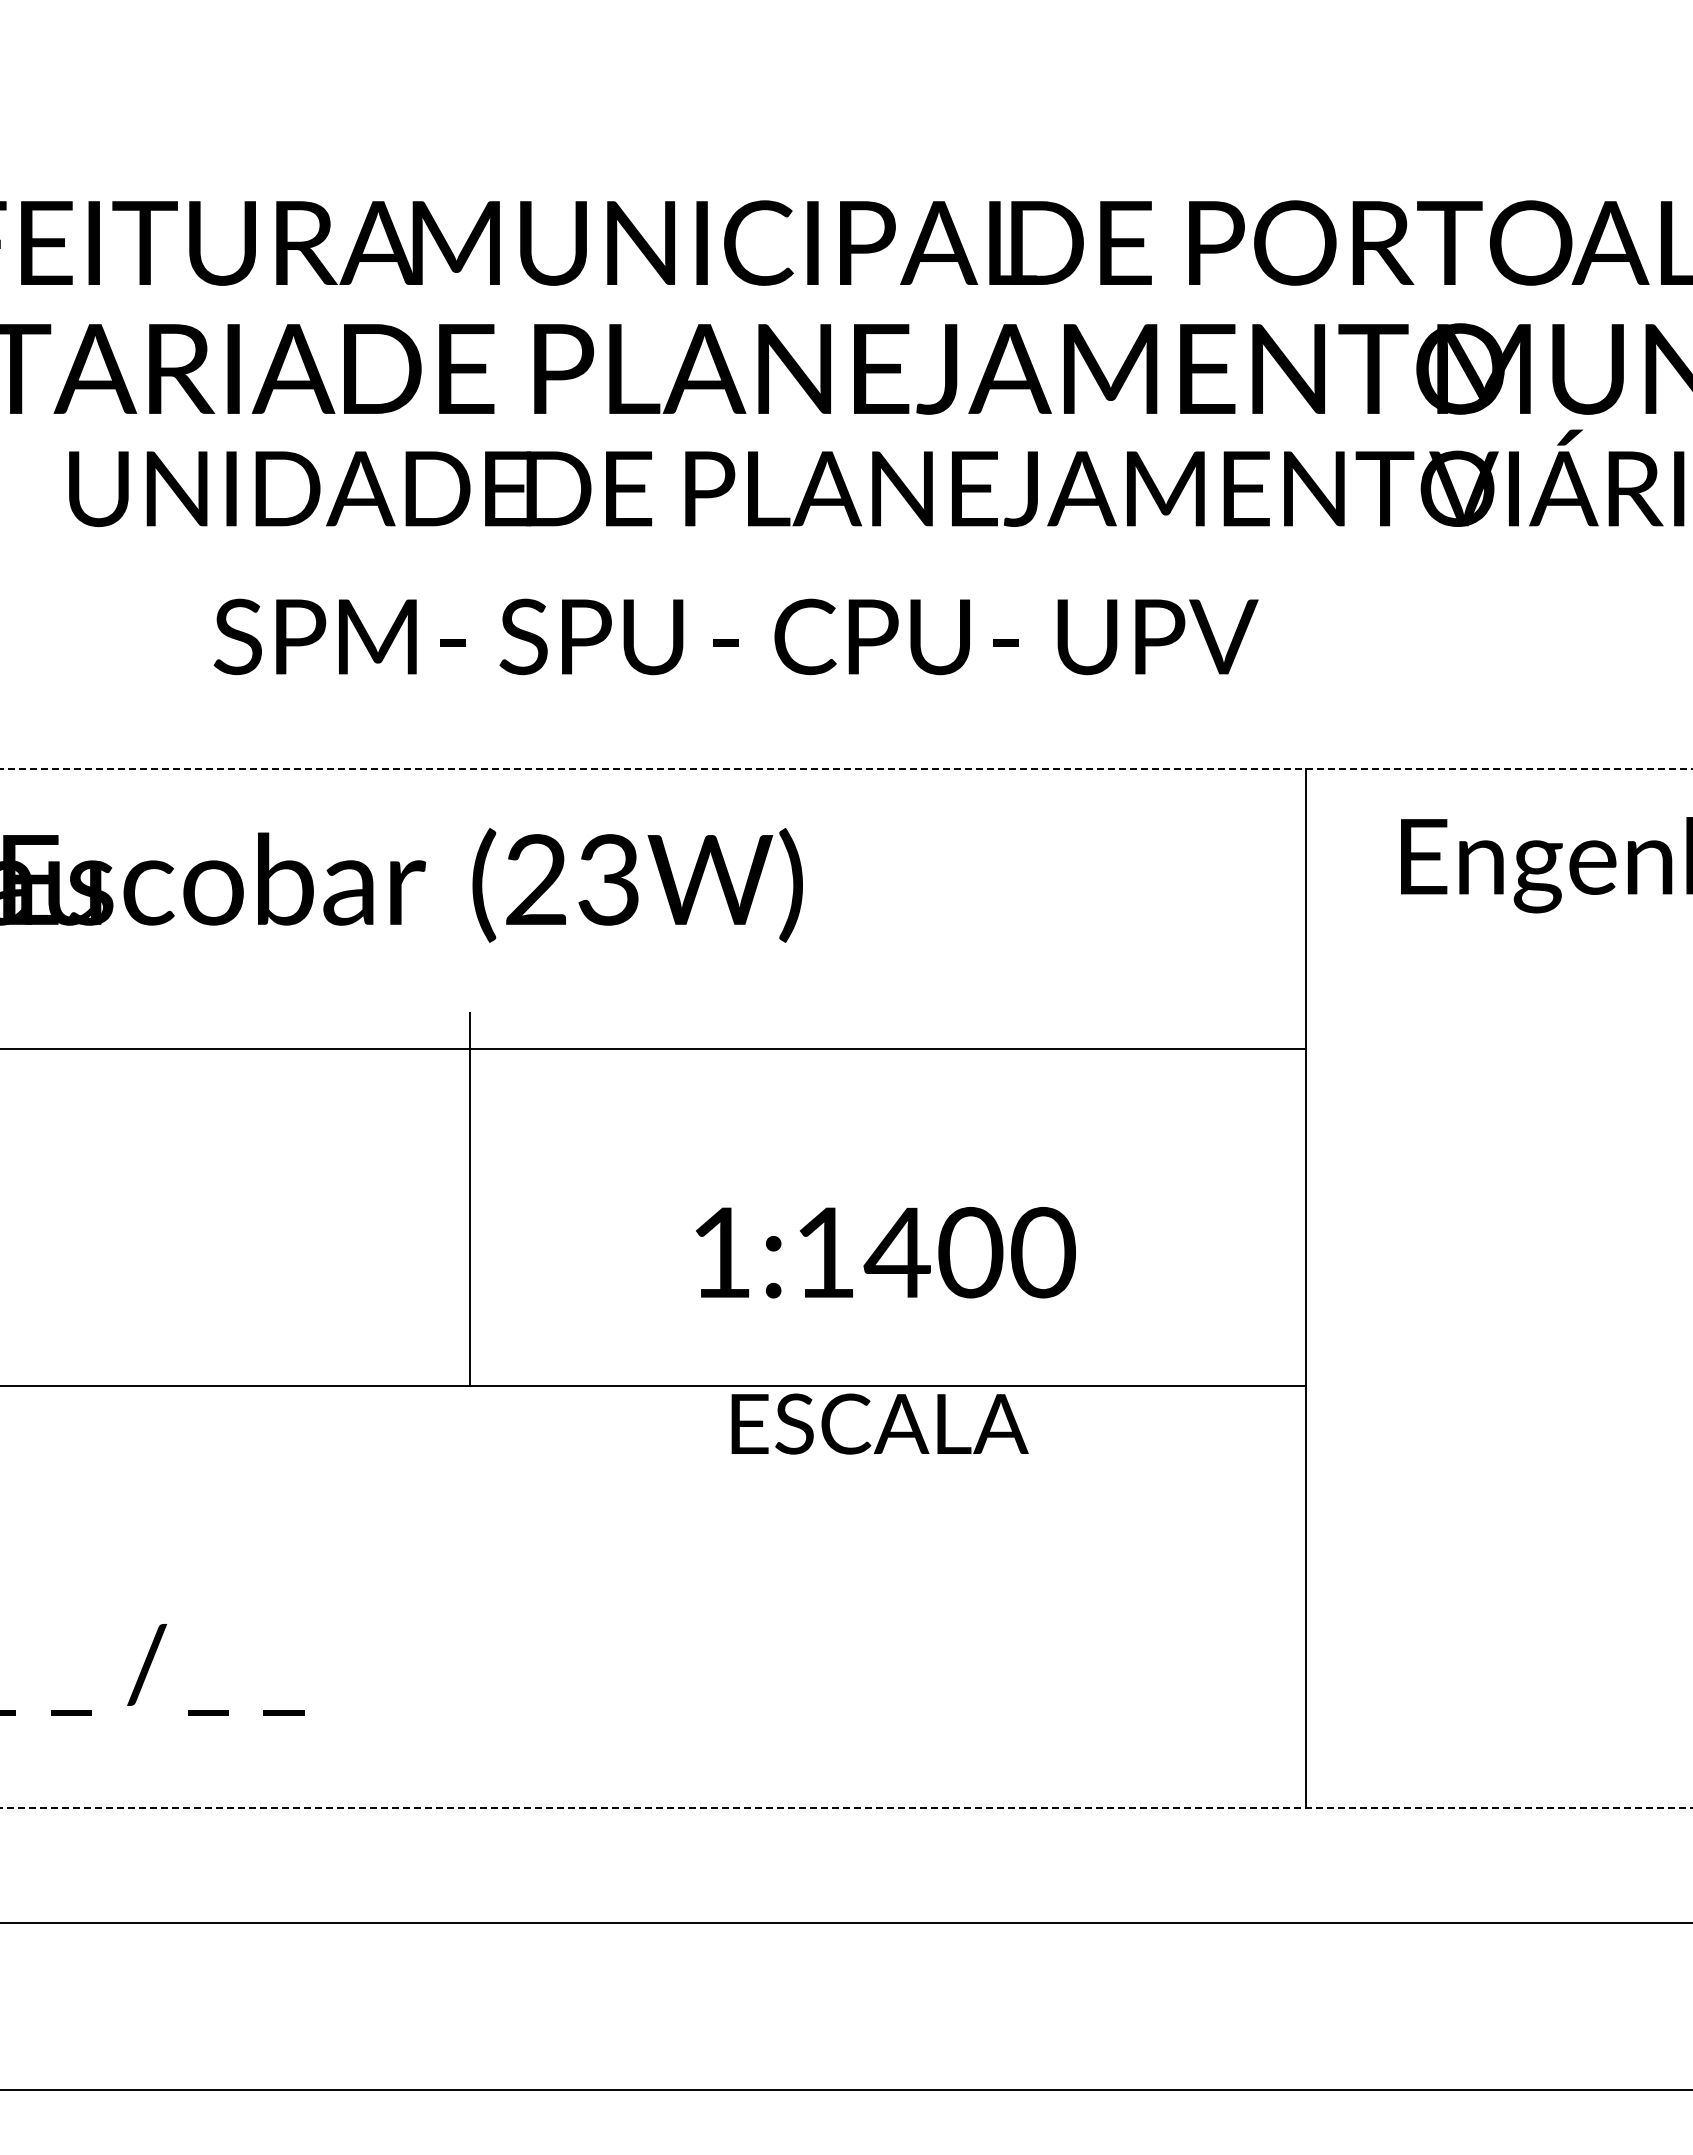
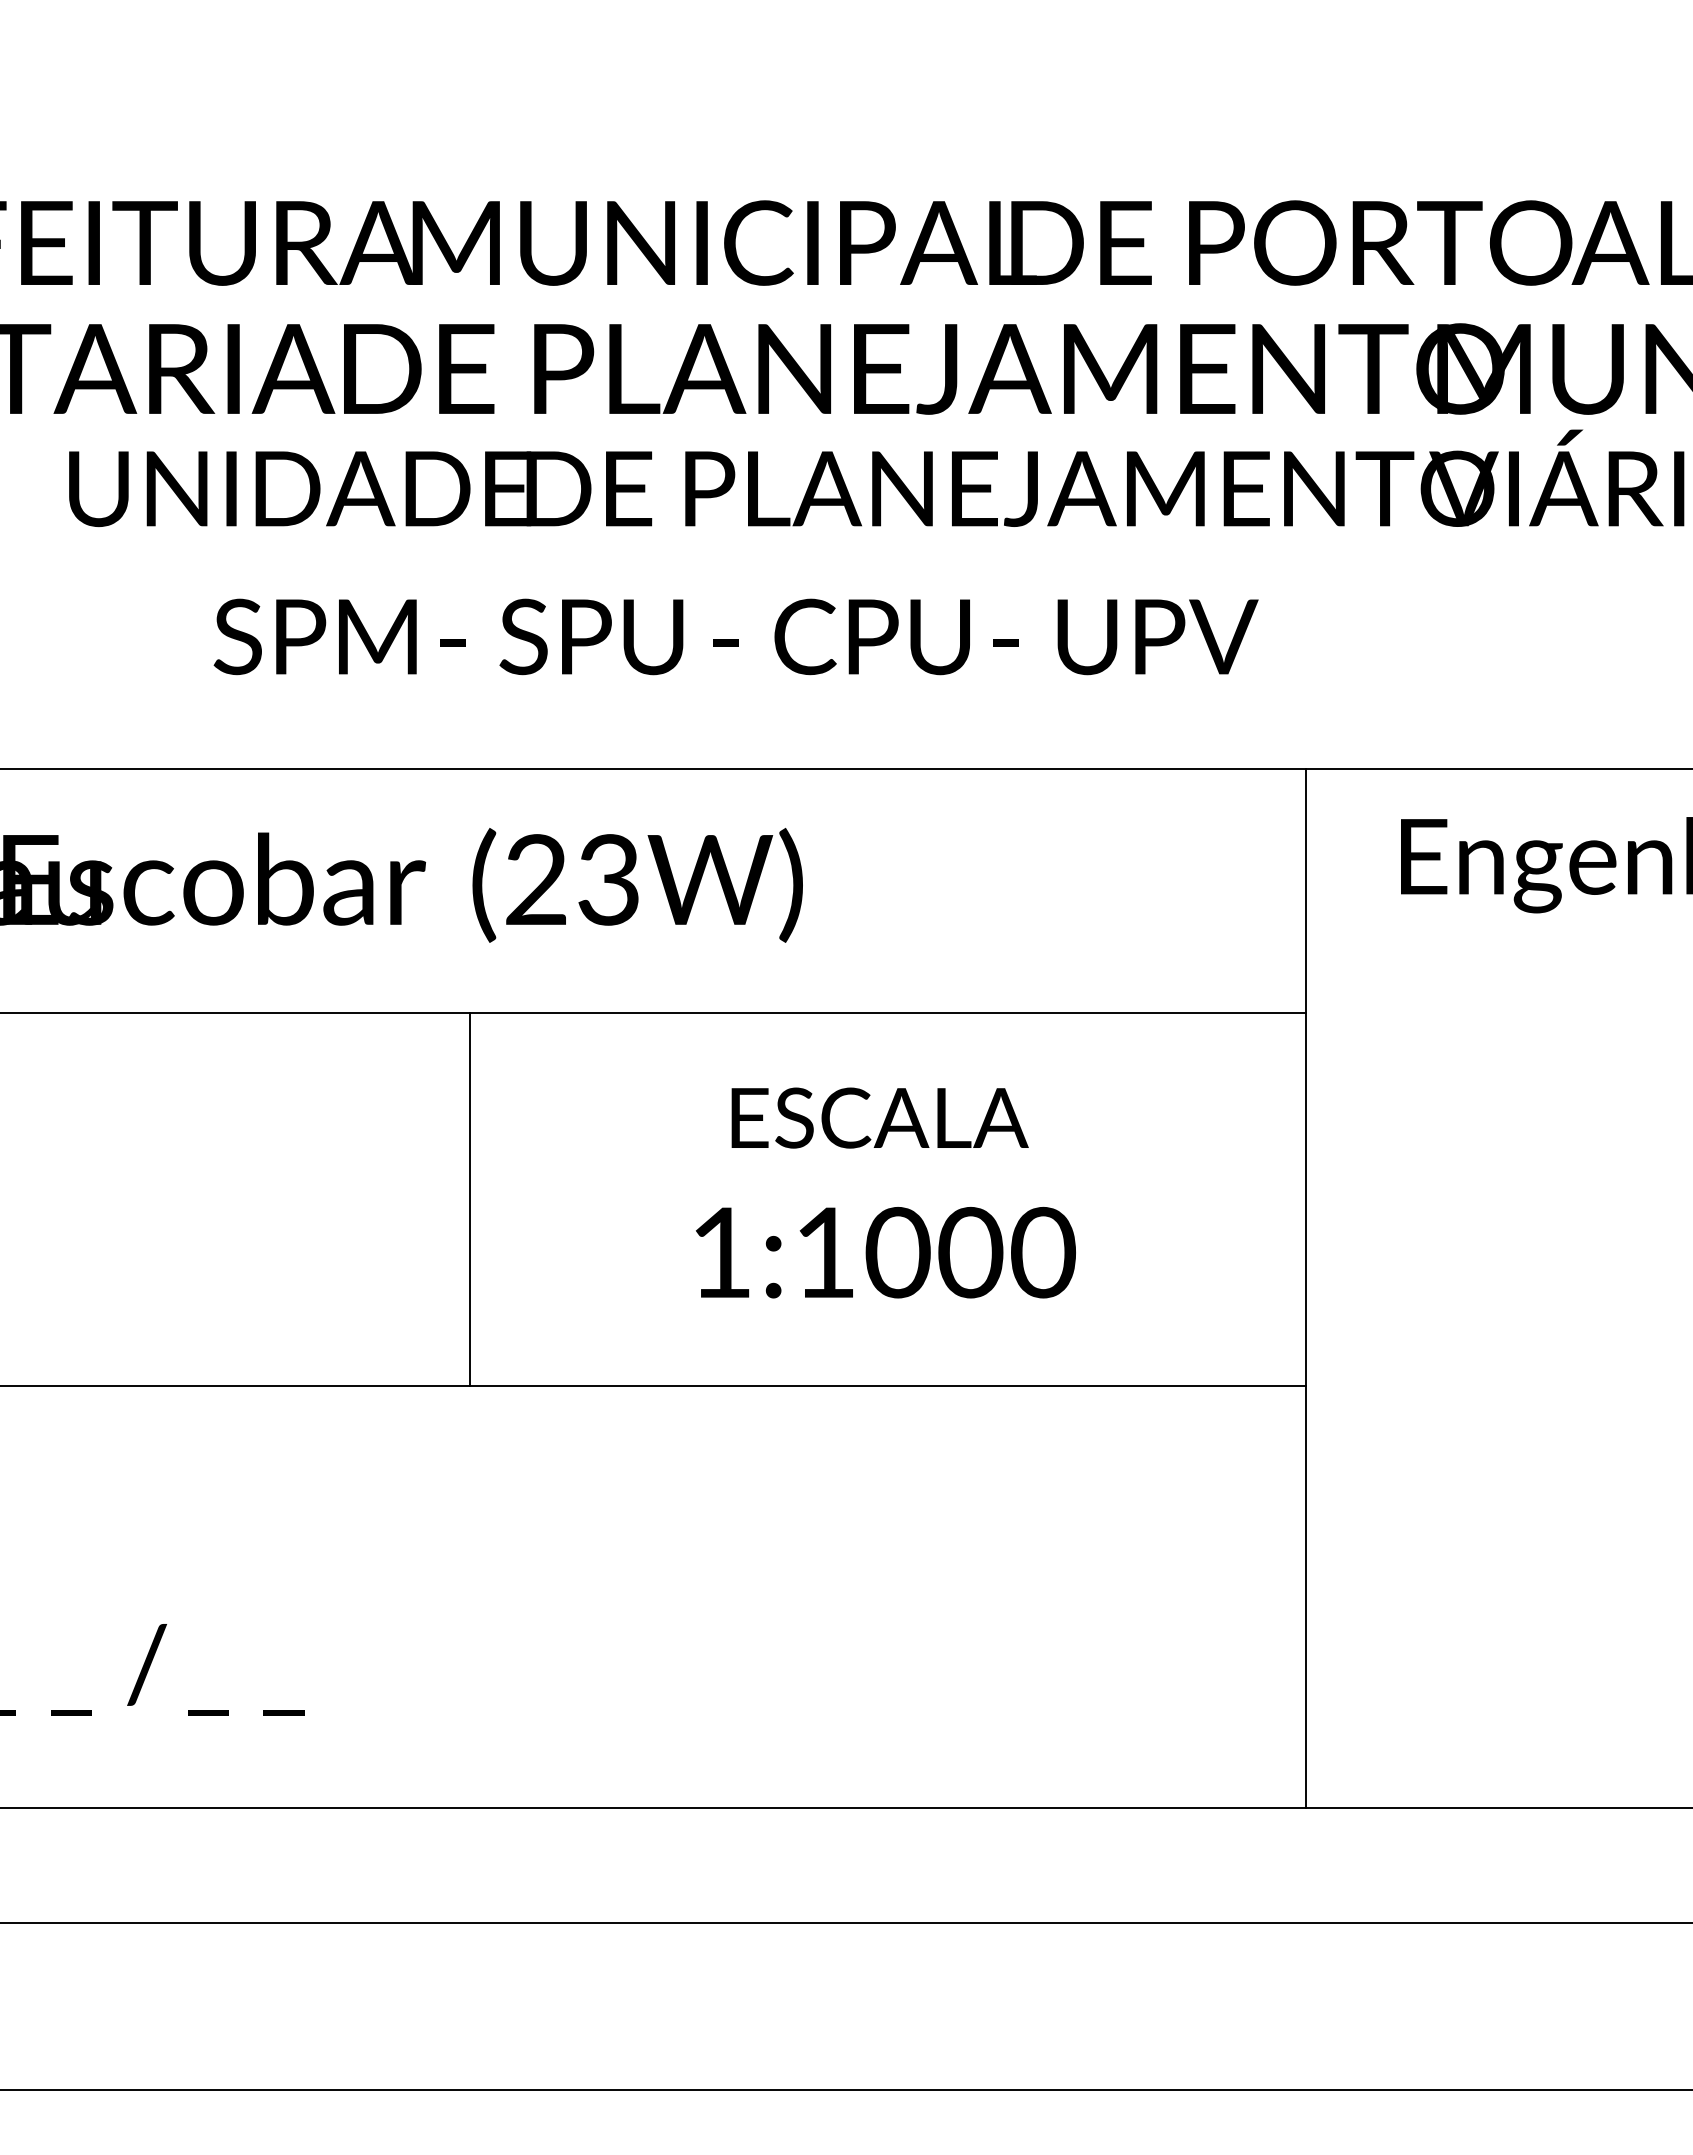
line at (847, 768): dashed -> solid
line at (653, 1048) position: (653, 1048) -> (653, 1012)
text at (896, 1252): 1:1400 -> 1:1000
text at (879, 1423) position: (879, 1423) -> (879, 1117)
line at (846, 1808): dashed -> solid
